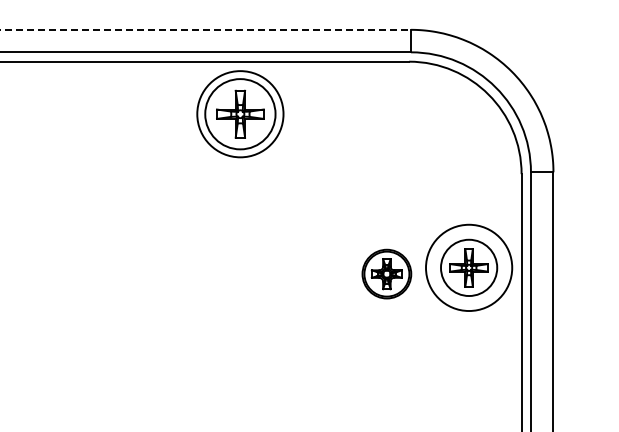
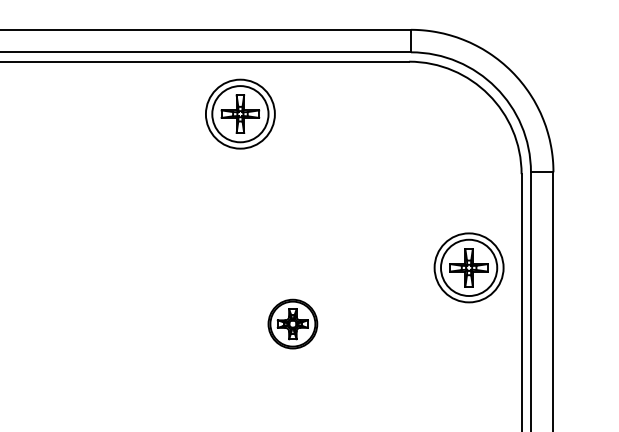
line at (206, 29): dashed -> solid
part at (240, 114) size: 89x89 px -> 71x72 px
circle at (469, 267) diameter: 86 px -> 69 px
part at (386, 273) position: (386, 273) -> (292, 323)
